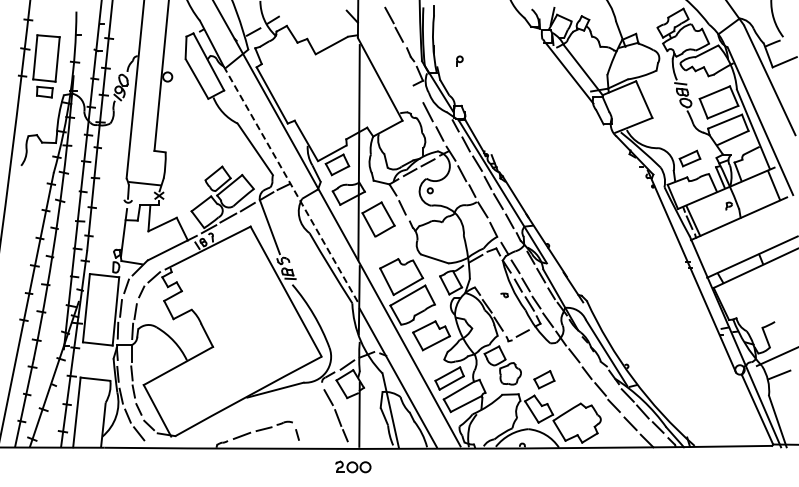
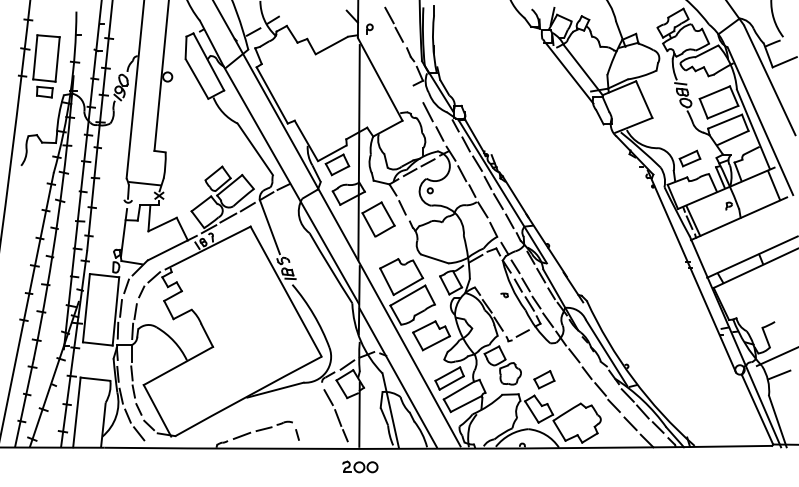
part at (459, 60) position: (459, 60) -> (369, 28)
line at (291, 185): dashed -> solid
part at (353, 466) position: (353, 466) -> (360, 466)
